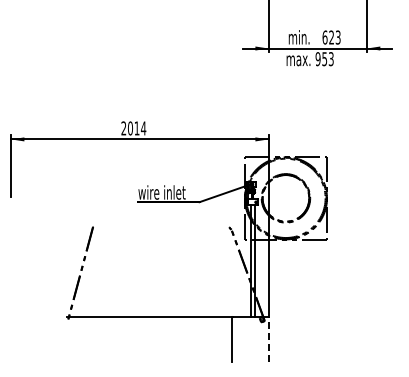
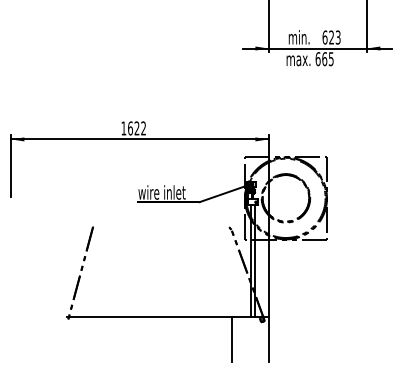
text at (324, 59): 953 -> 665
text at (133, 128): 2014 -> 1622
line at (268, 338): dashed -> solid
